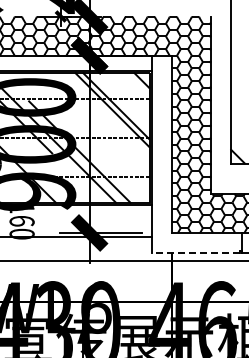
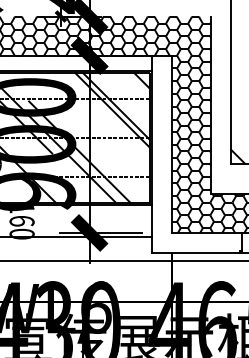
line at (195, 252): dashed -> solid
